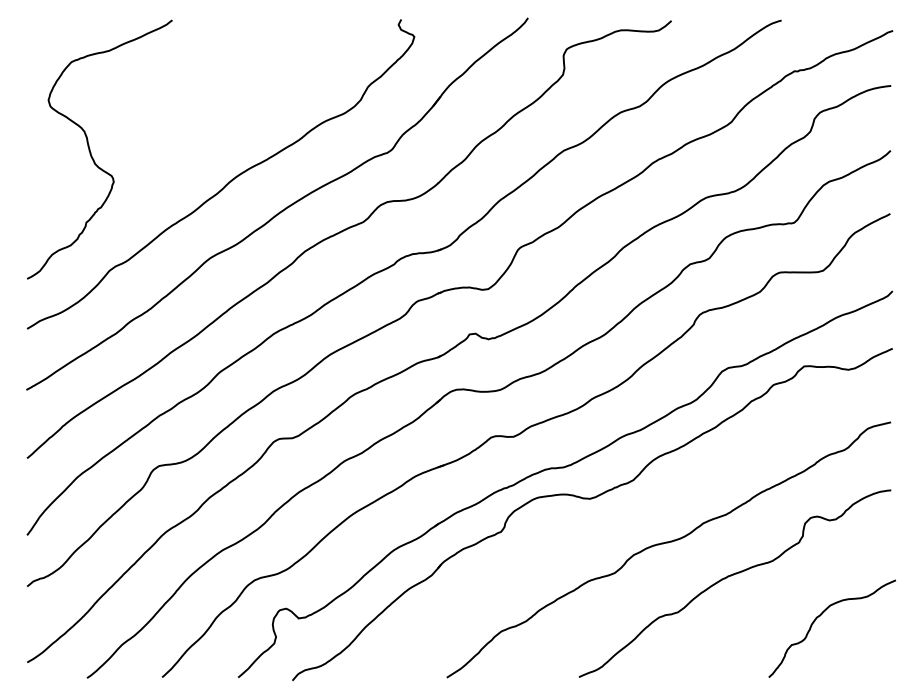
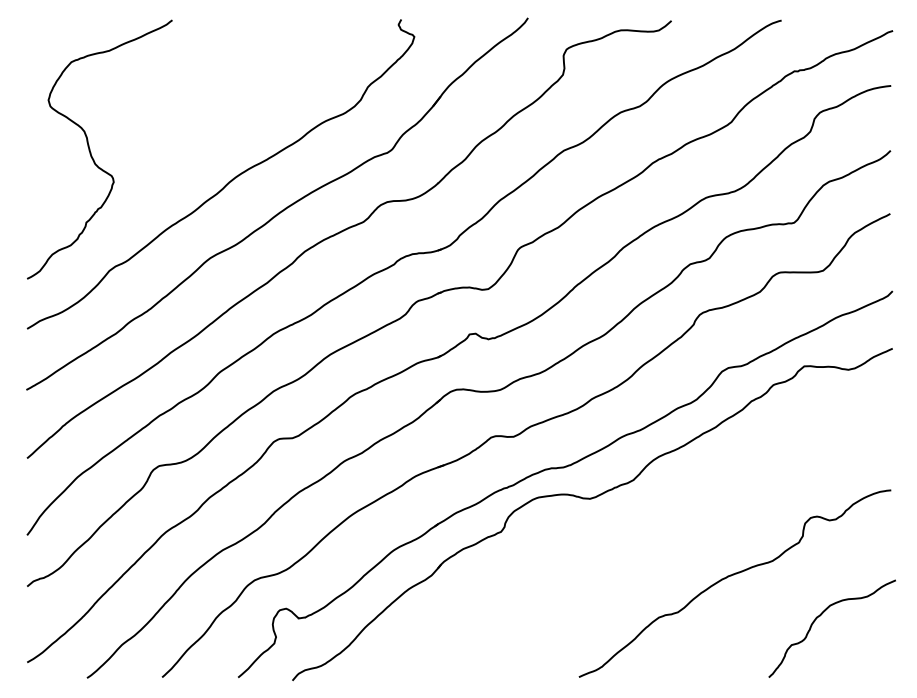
curve at (668, 543): present -> none
